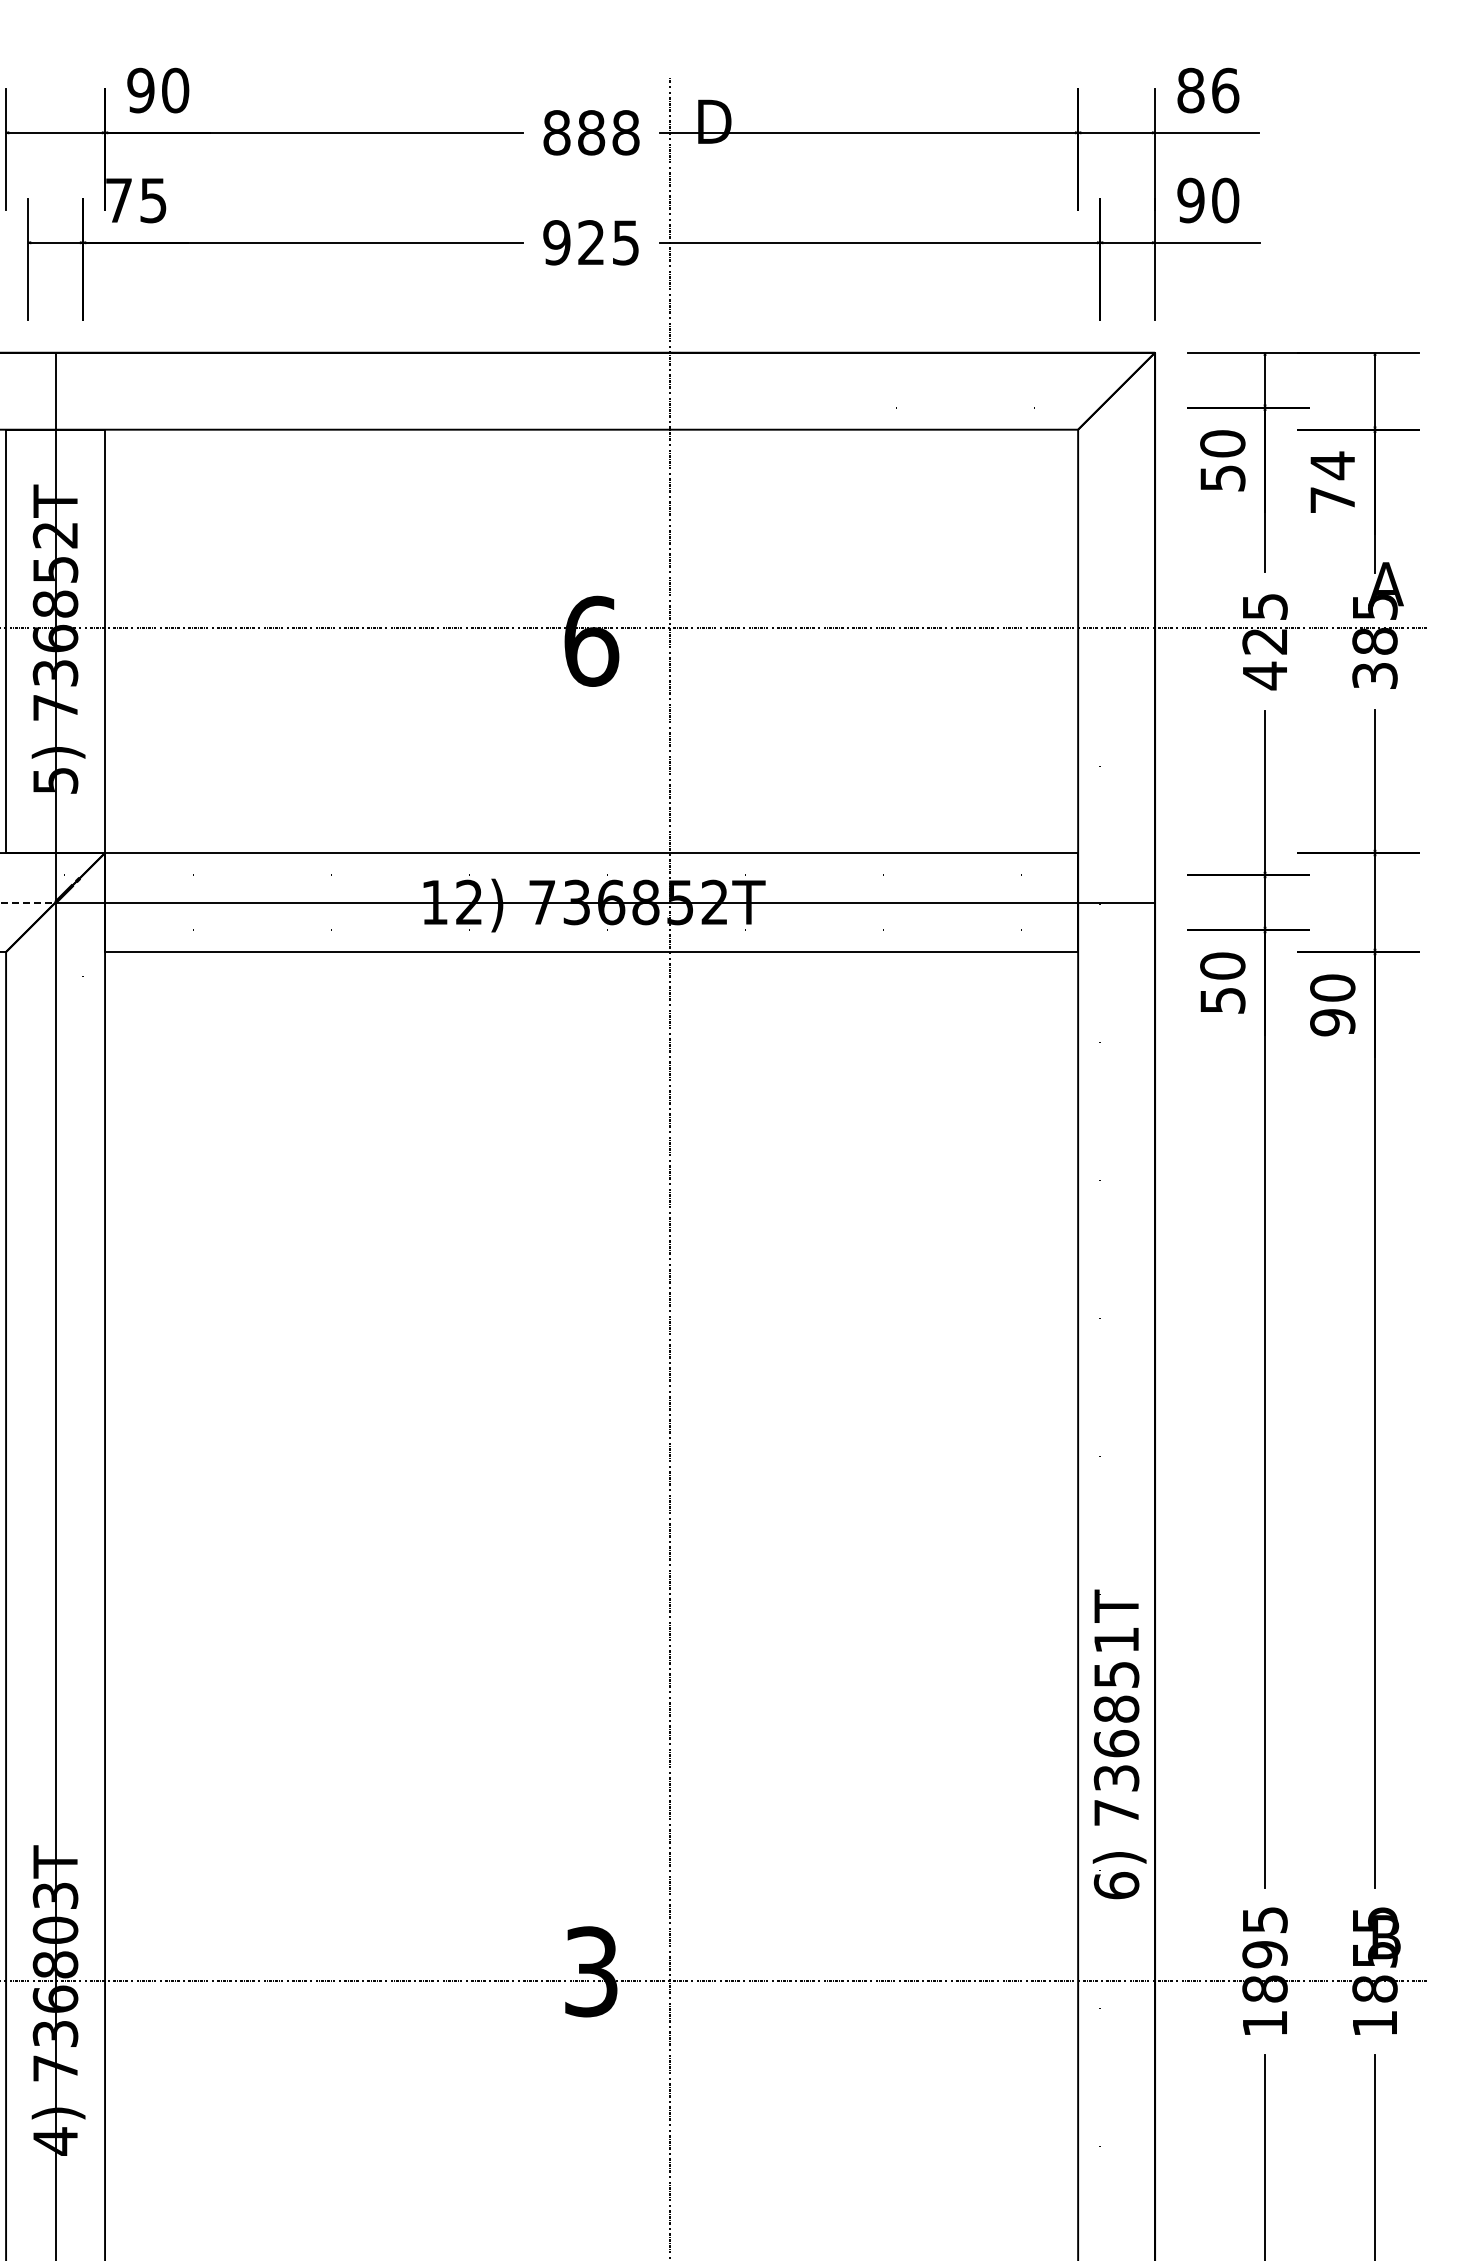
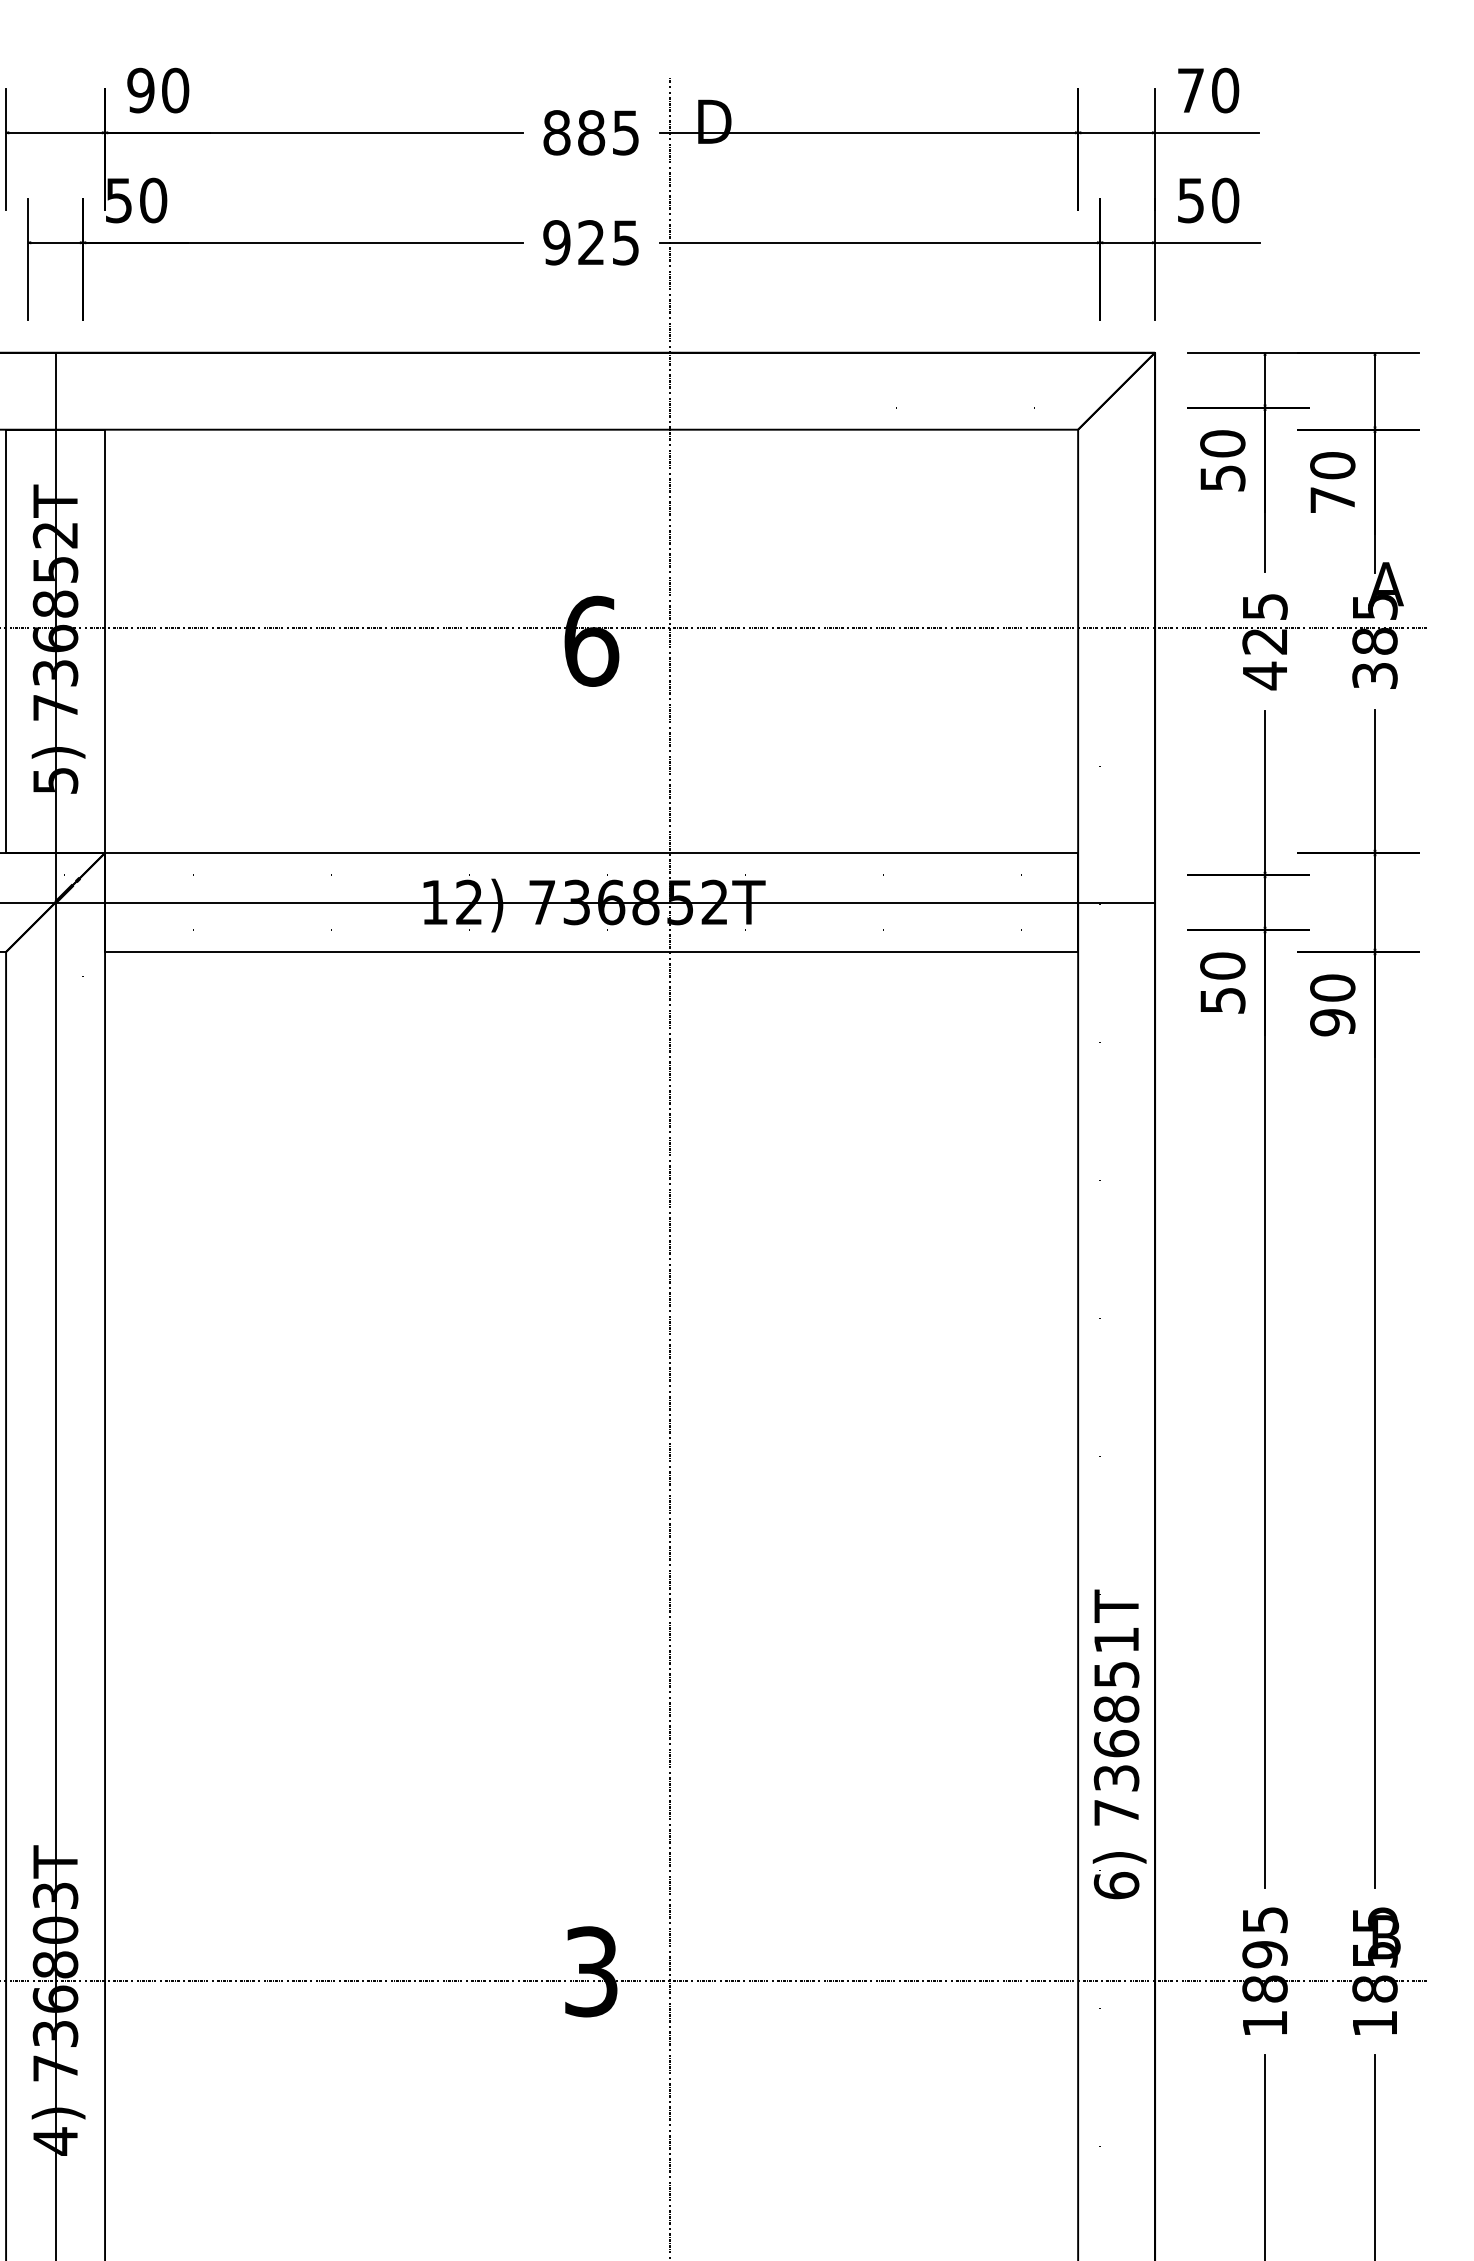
text at (1208, 90): 86 -> 70
text at (625, 132): 888 -> 885
text at (136, 200): 75 -> 50
text at (1190, 200): 90 -> 50
text at (1332, 465): 74 -> 70
line at (28, 902): dashed -> solid
